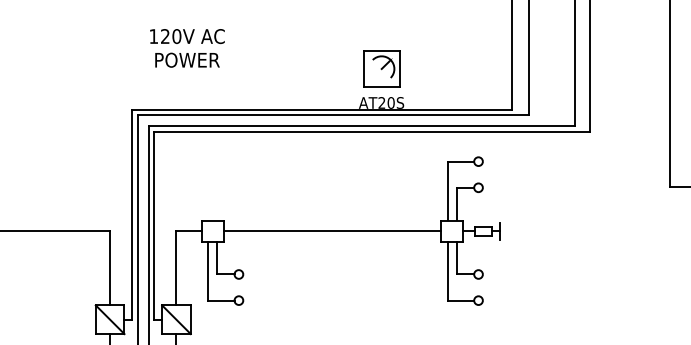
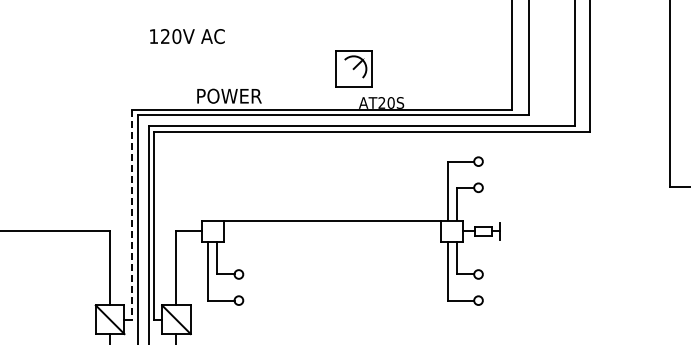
text at (187, 59) position: (187, 59) -> (229, 95)
part at (381, 68) position: (381, 68) -> (353, 68)
line at (132, 215): solid -> dashed
line at (332, 231) position: (332, 231) -> (332, 221)
